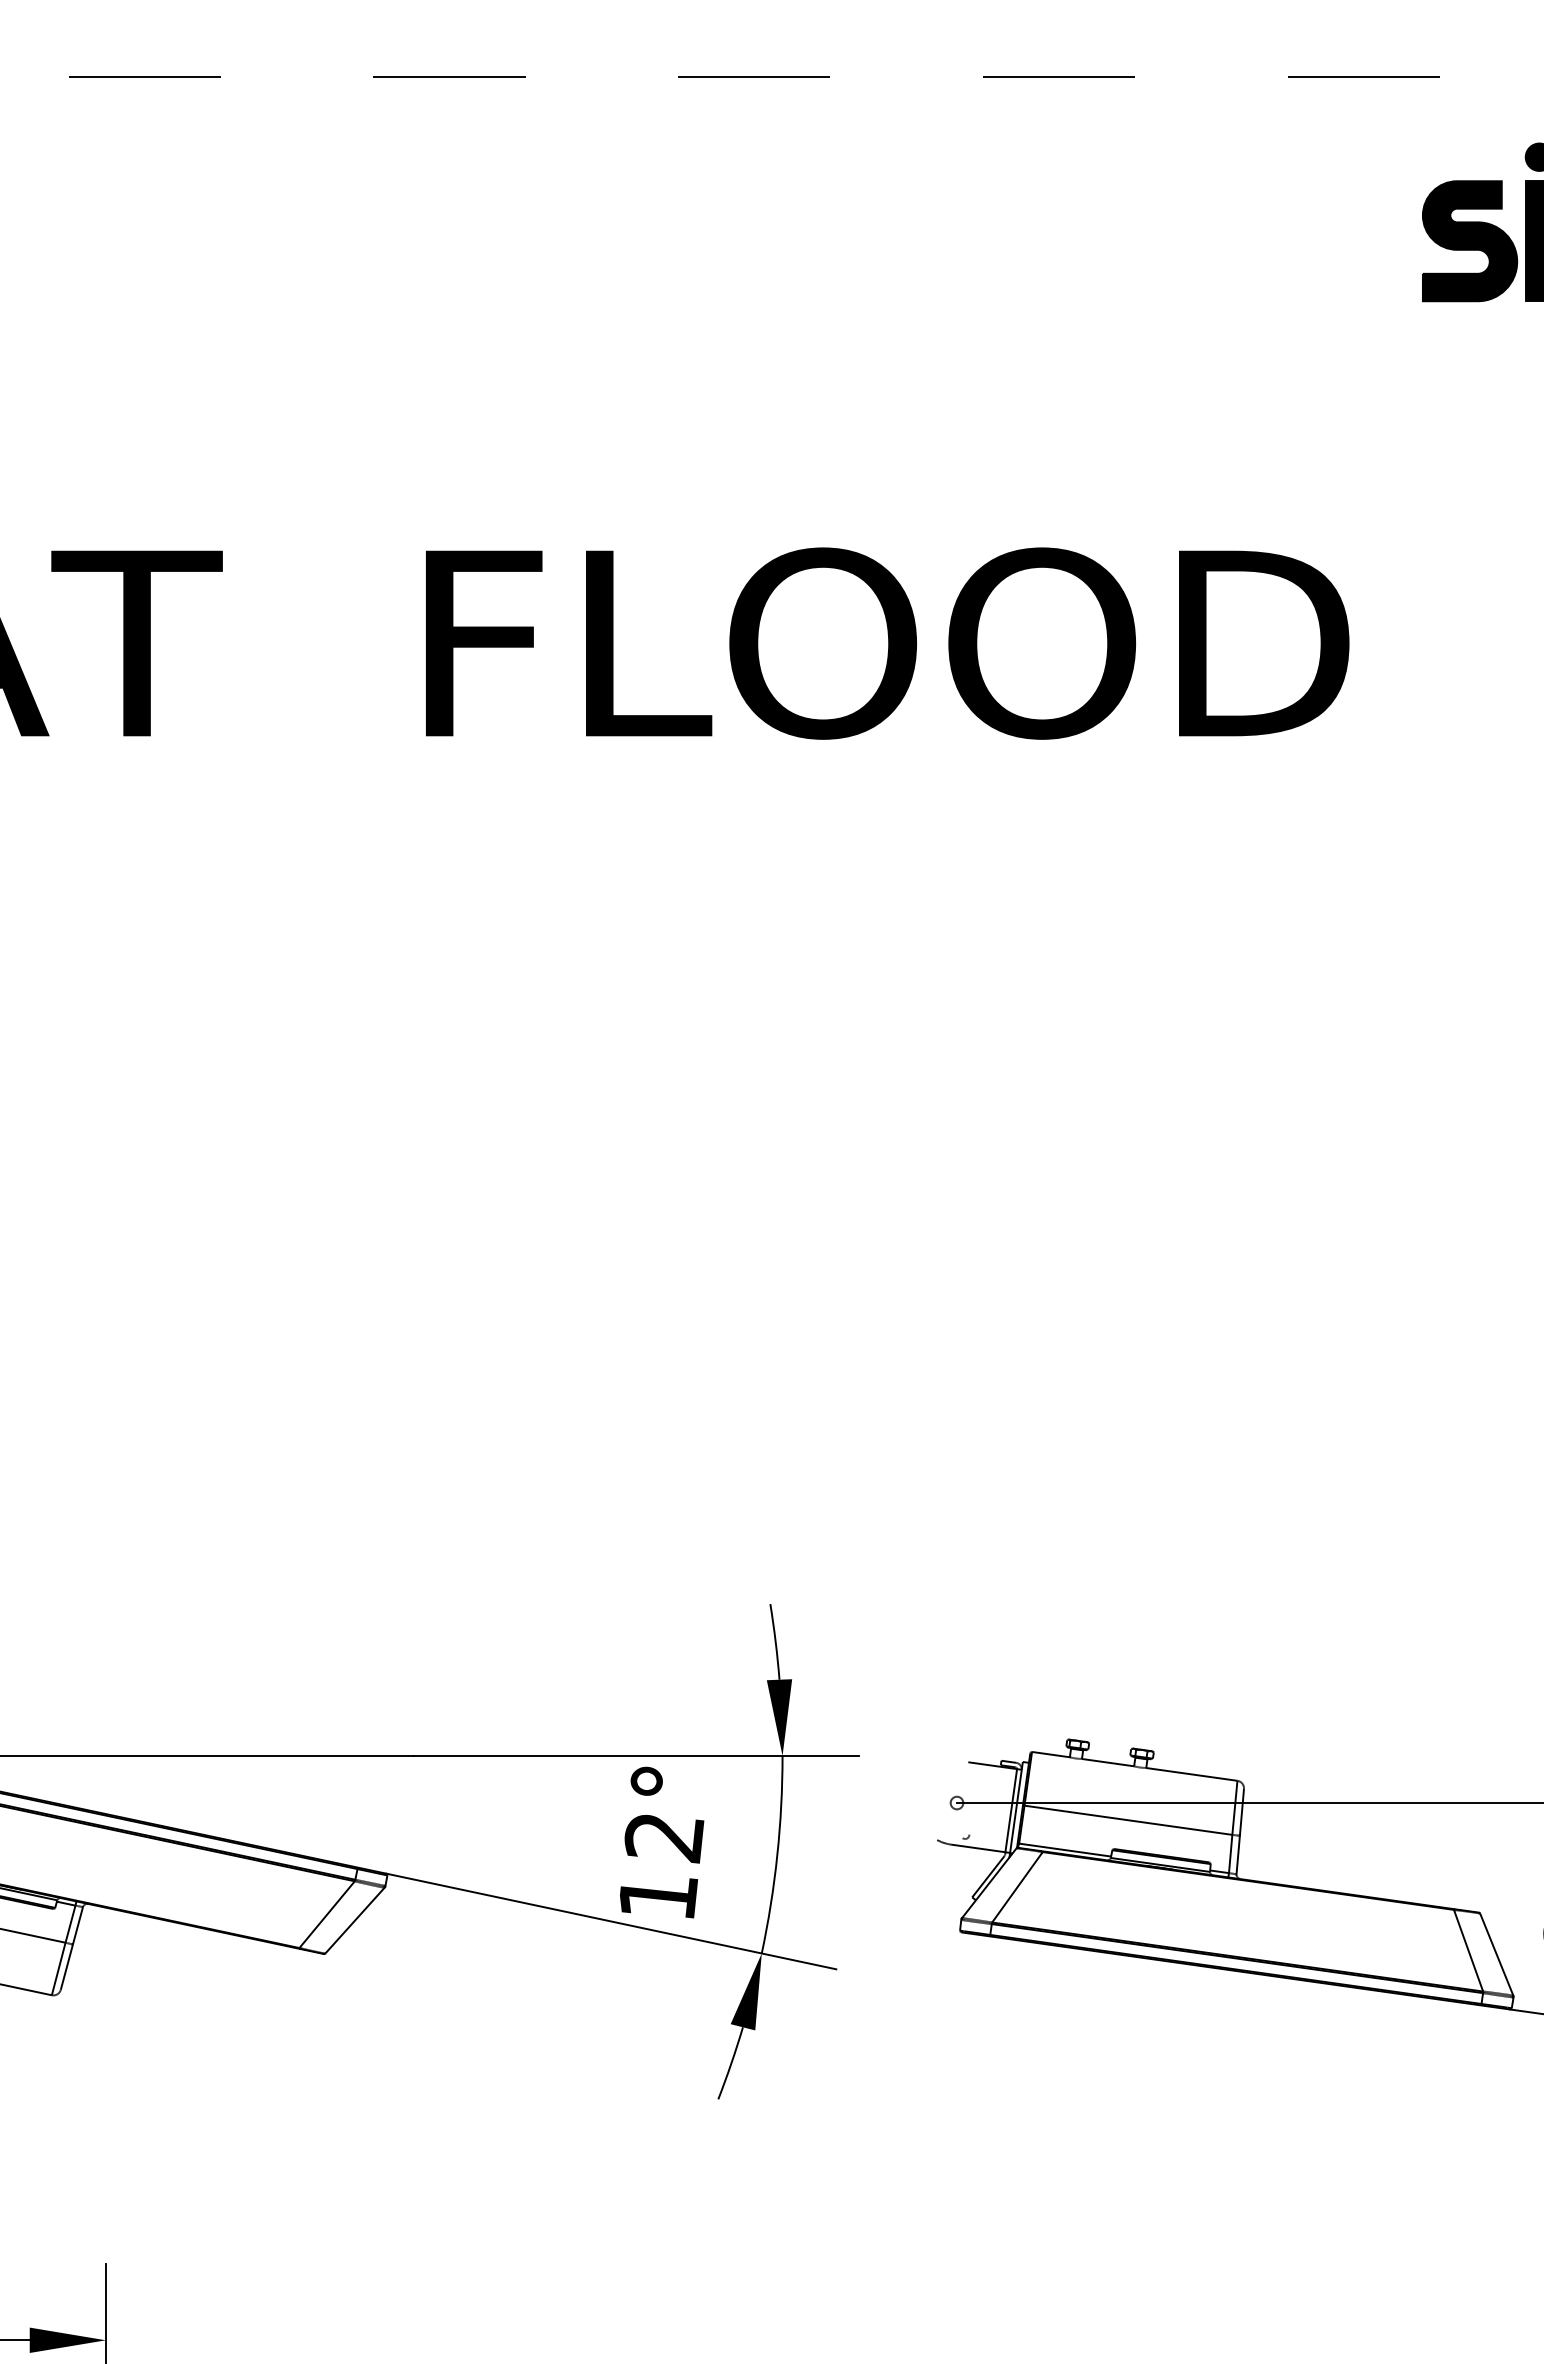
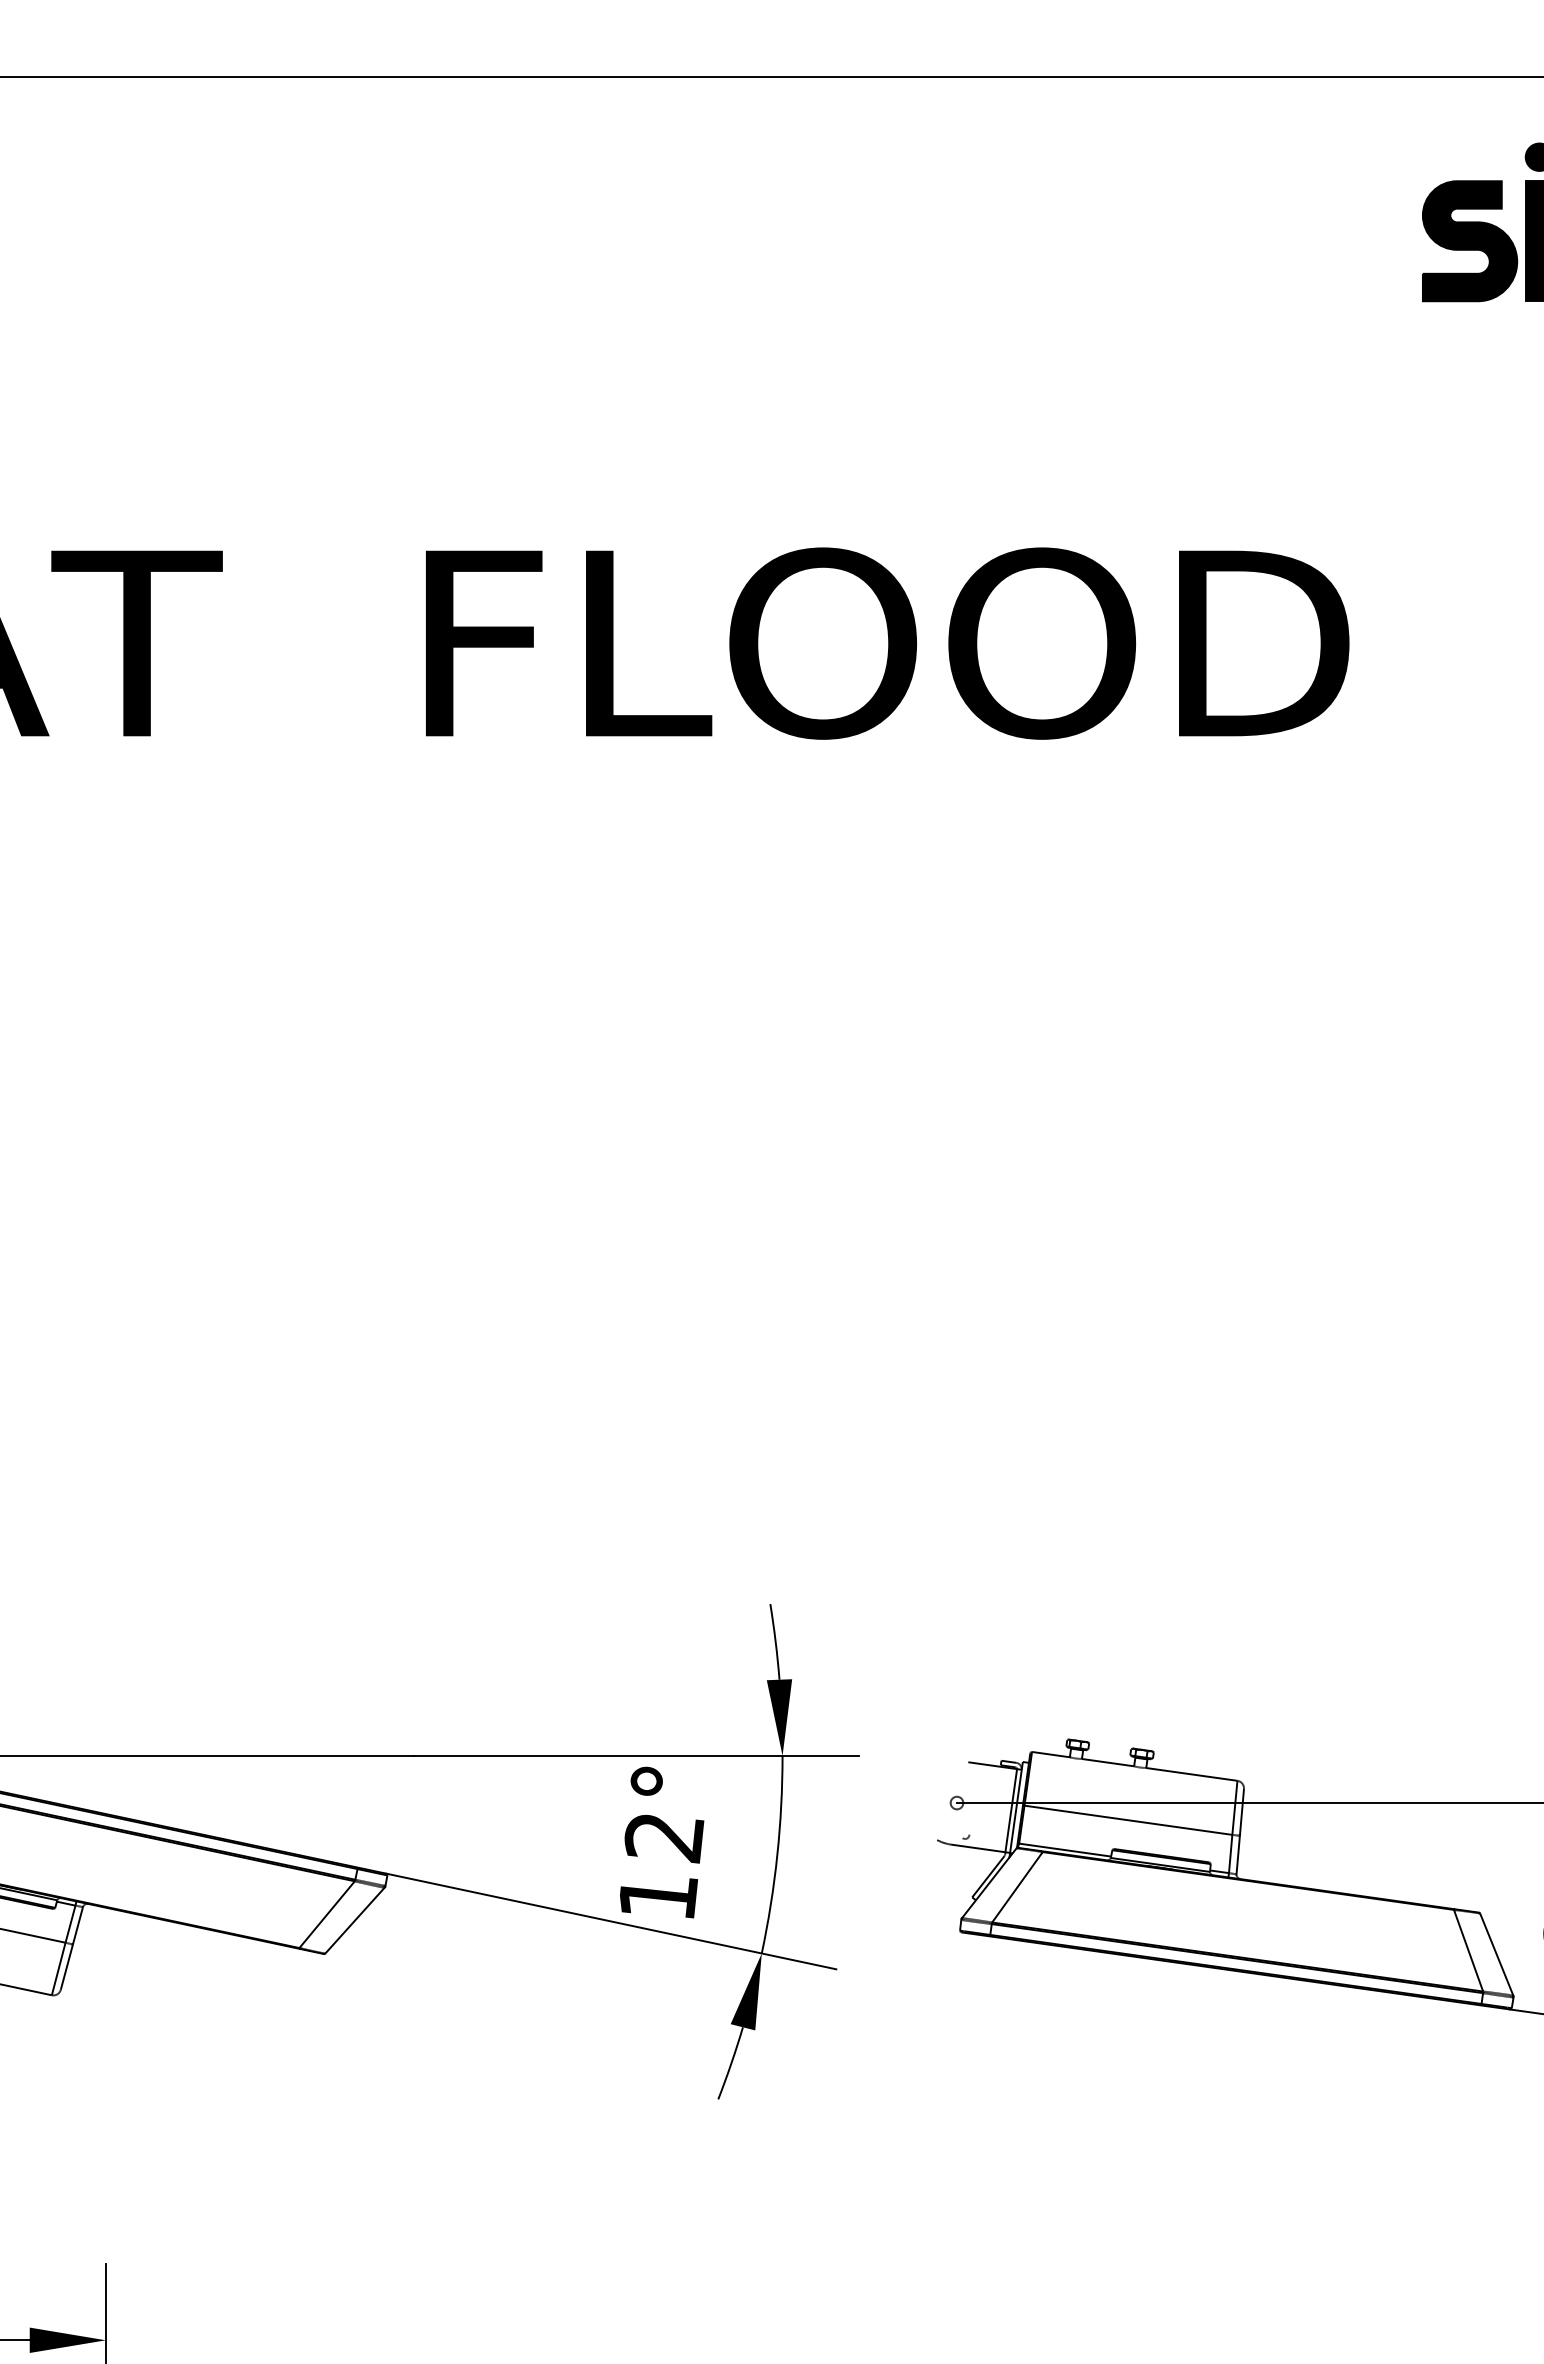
line at (771, 77): dashed -> solid
